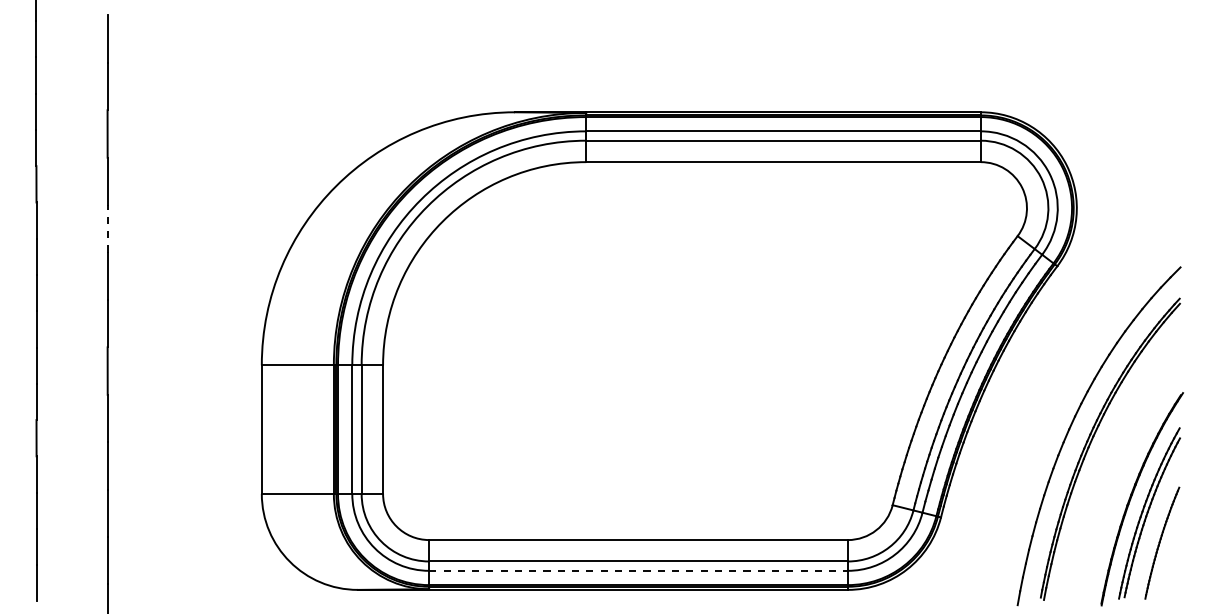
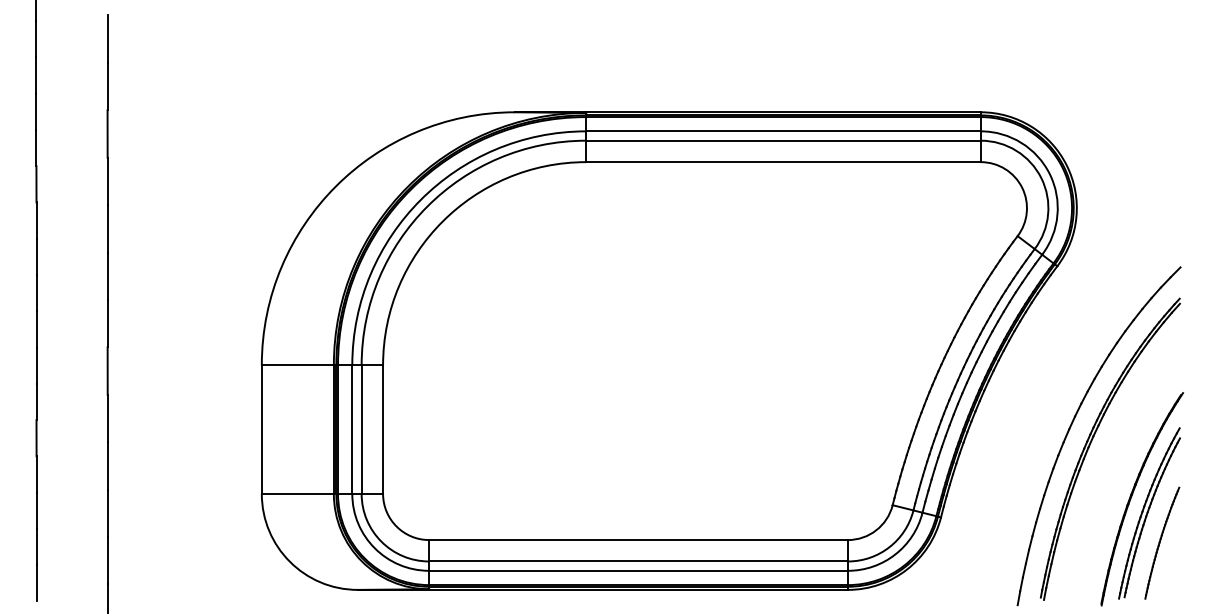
line at (107, 228): dashed -> solid
line at (639, 570): dashed -> solid
